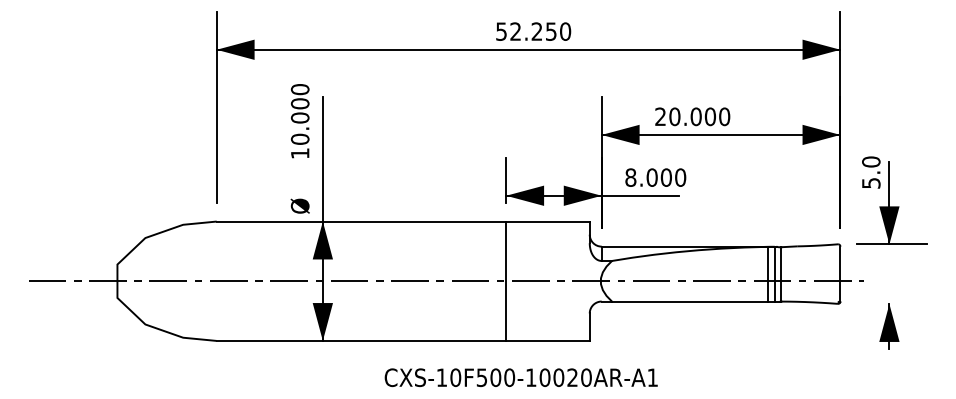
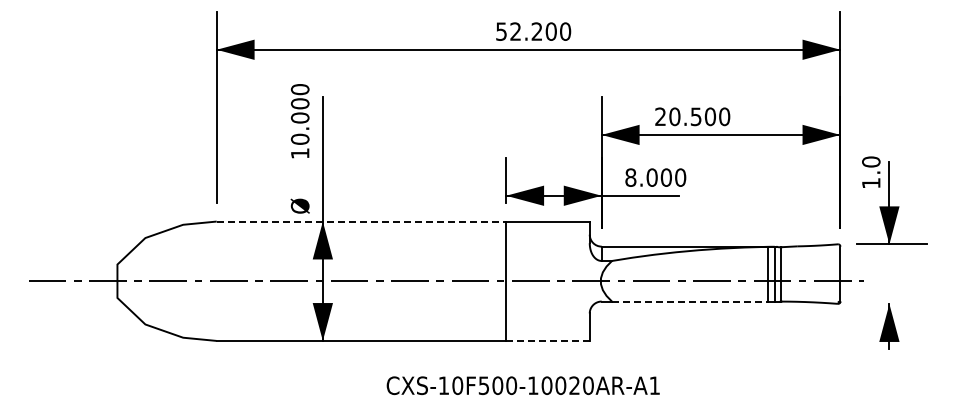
text at (550, 31): 52.250 -> 52.200
text at (695, 116): 20.000 -> 20.500
text at (871, 183): 5.0 -> 1.0
line at (361, 221): solid -> dashed
line at (689, 301): solid -> dashed
line at (547, 340): solid -> dashed
text at (520, 377) position: (520, 377) -> (522, 385)
